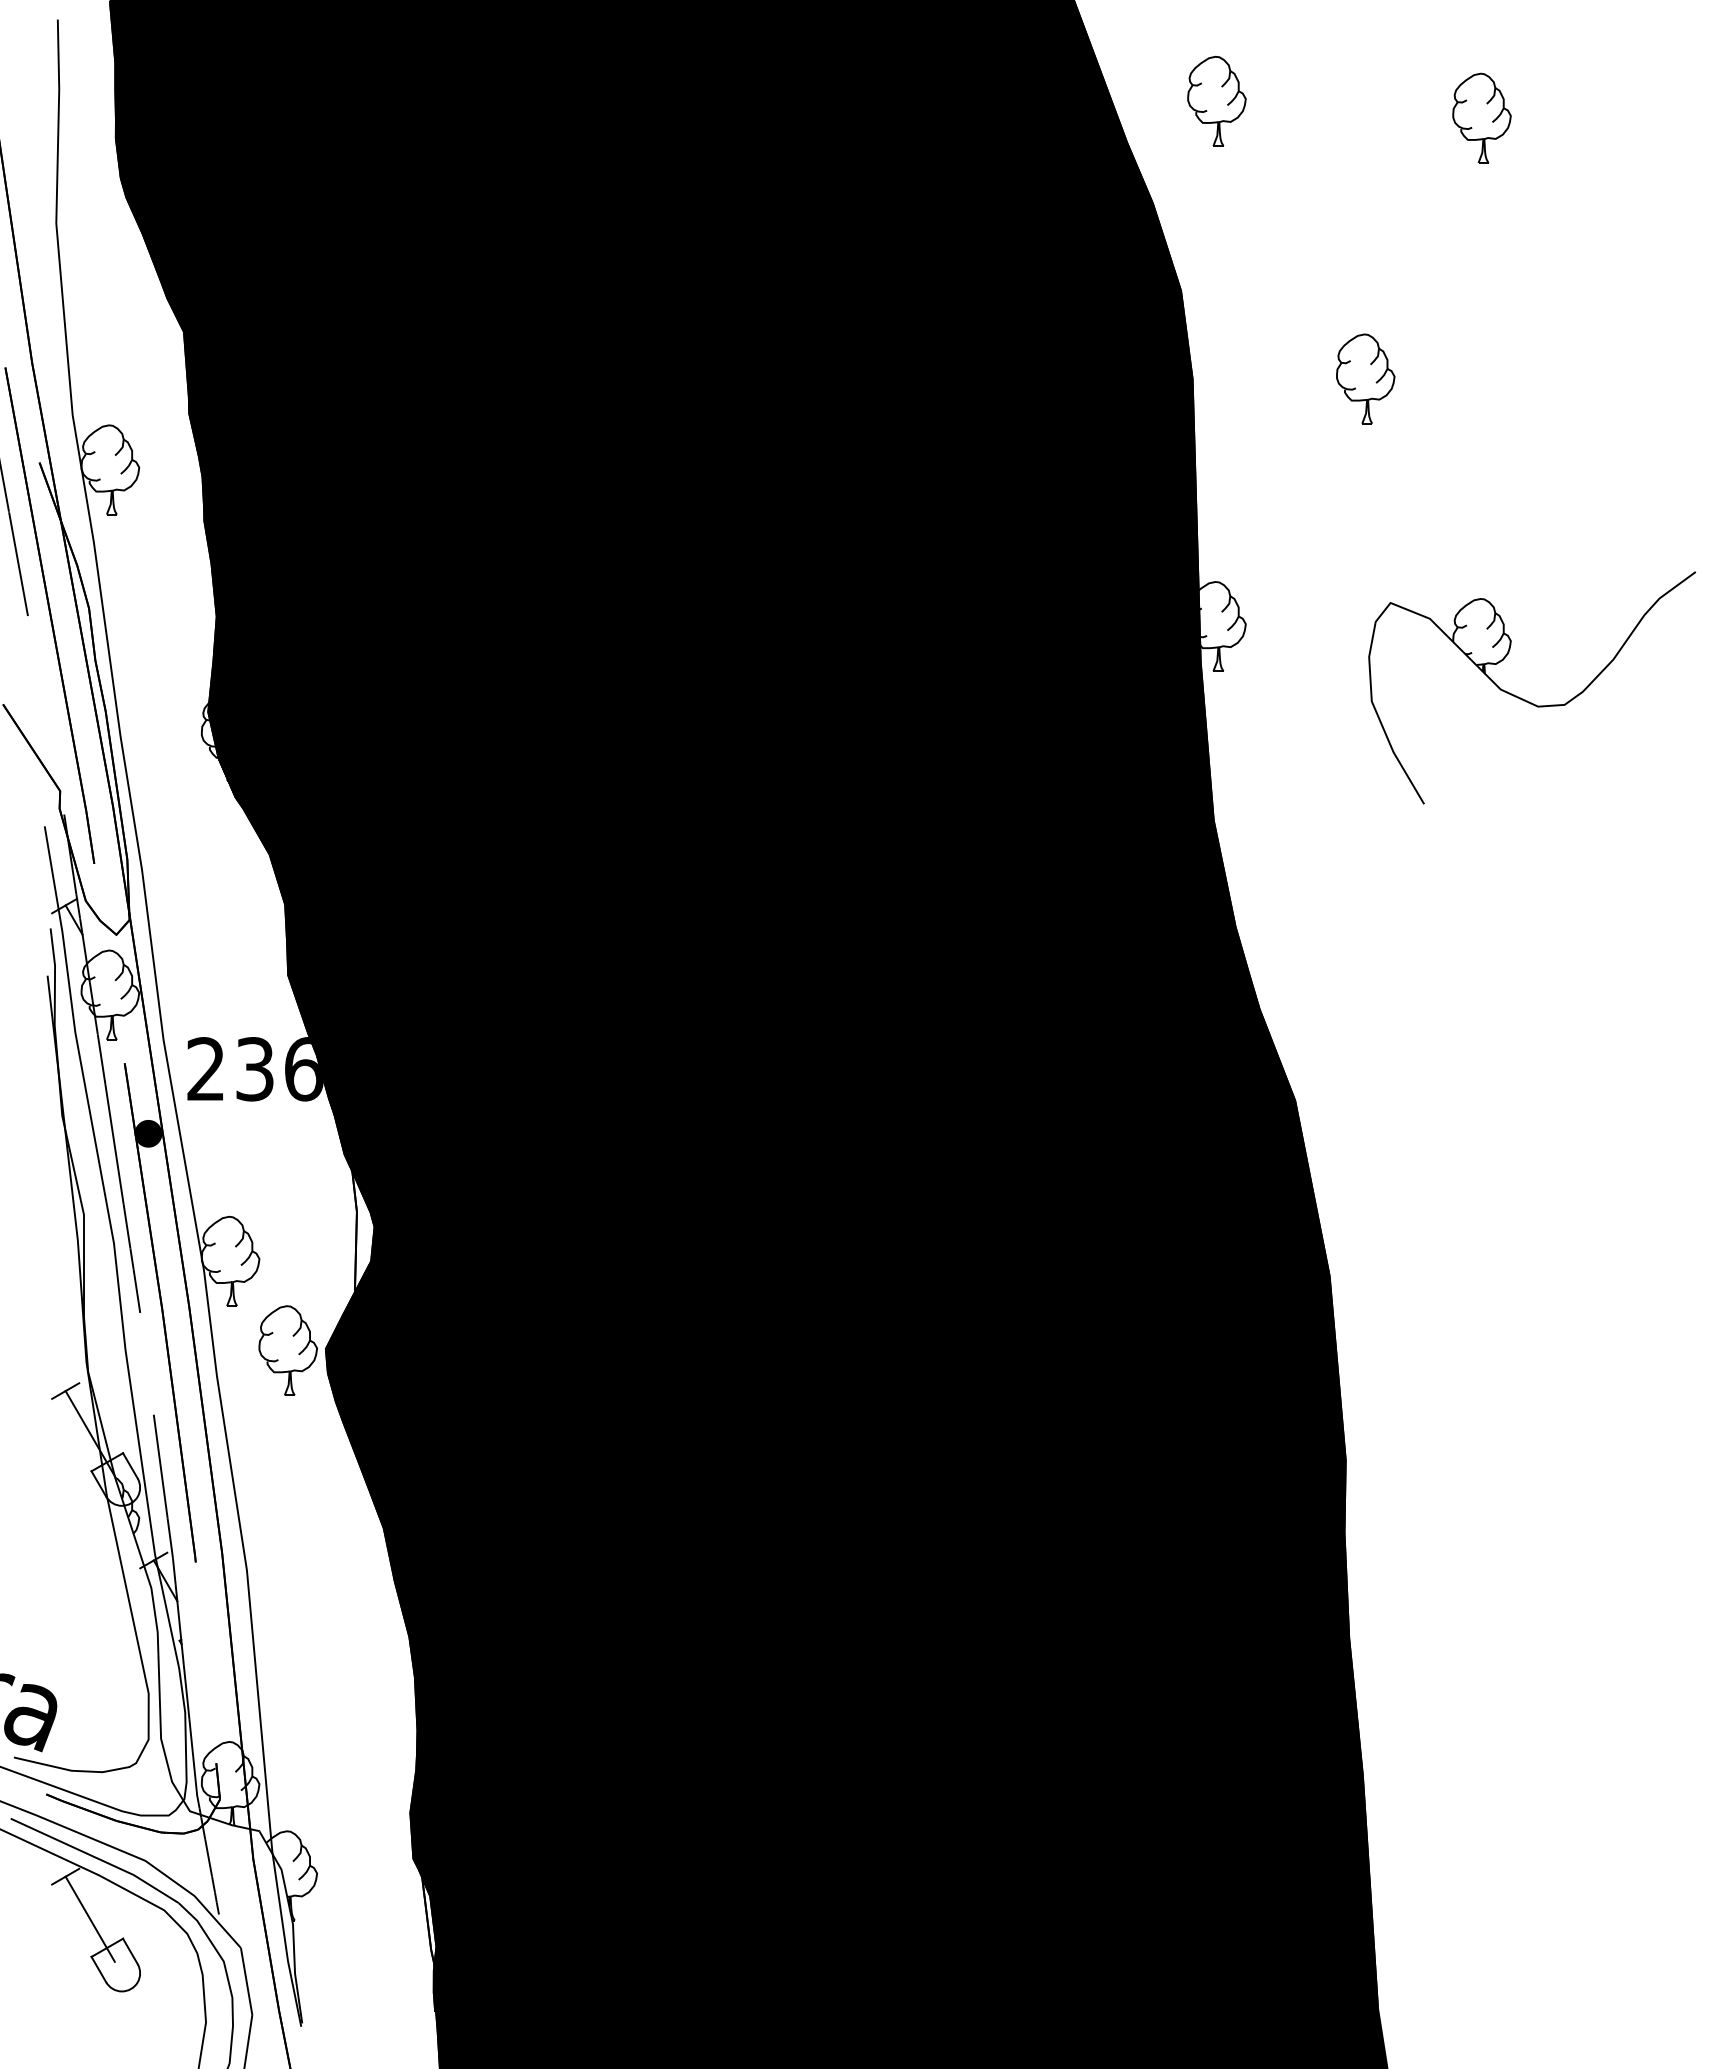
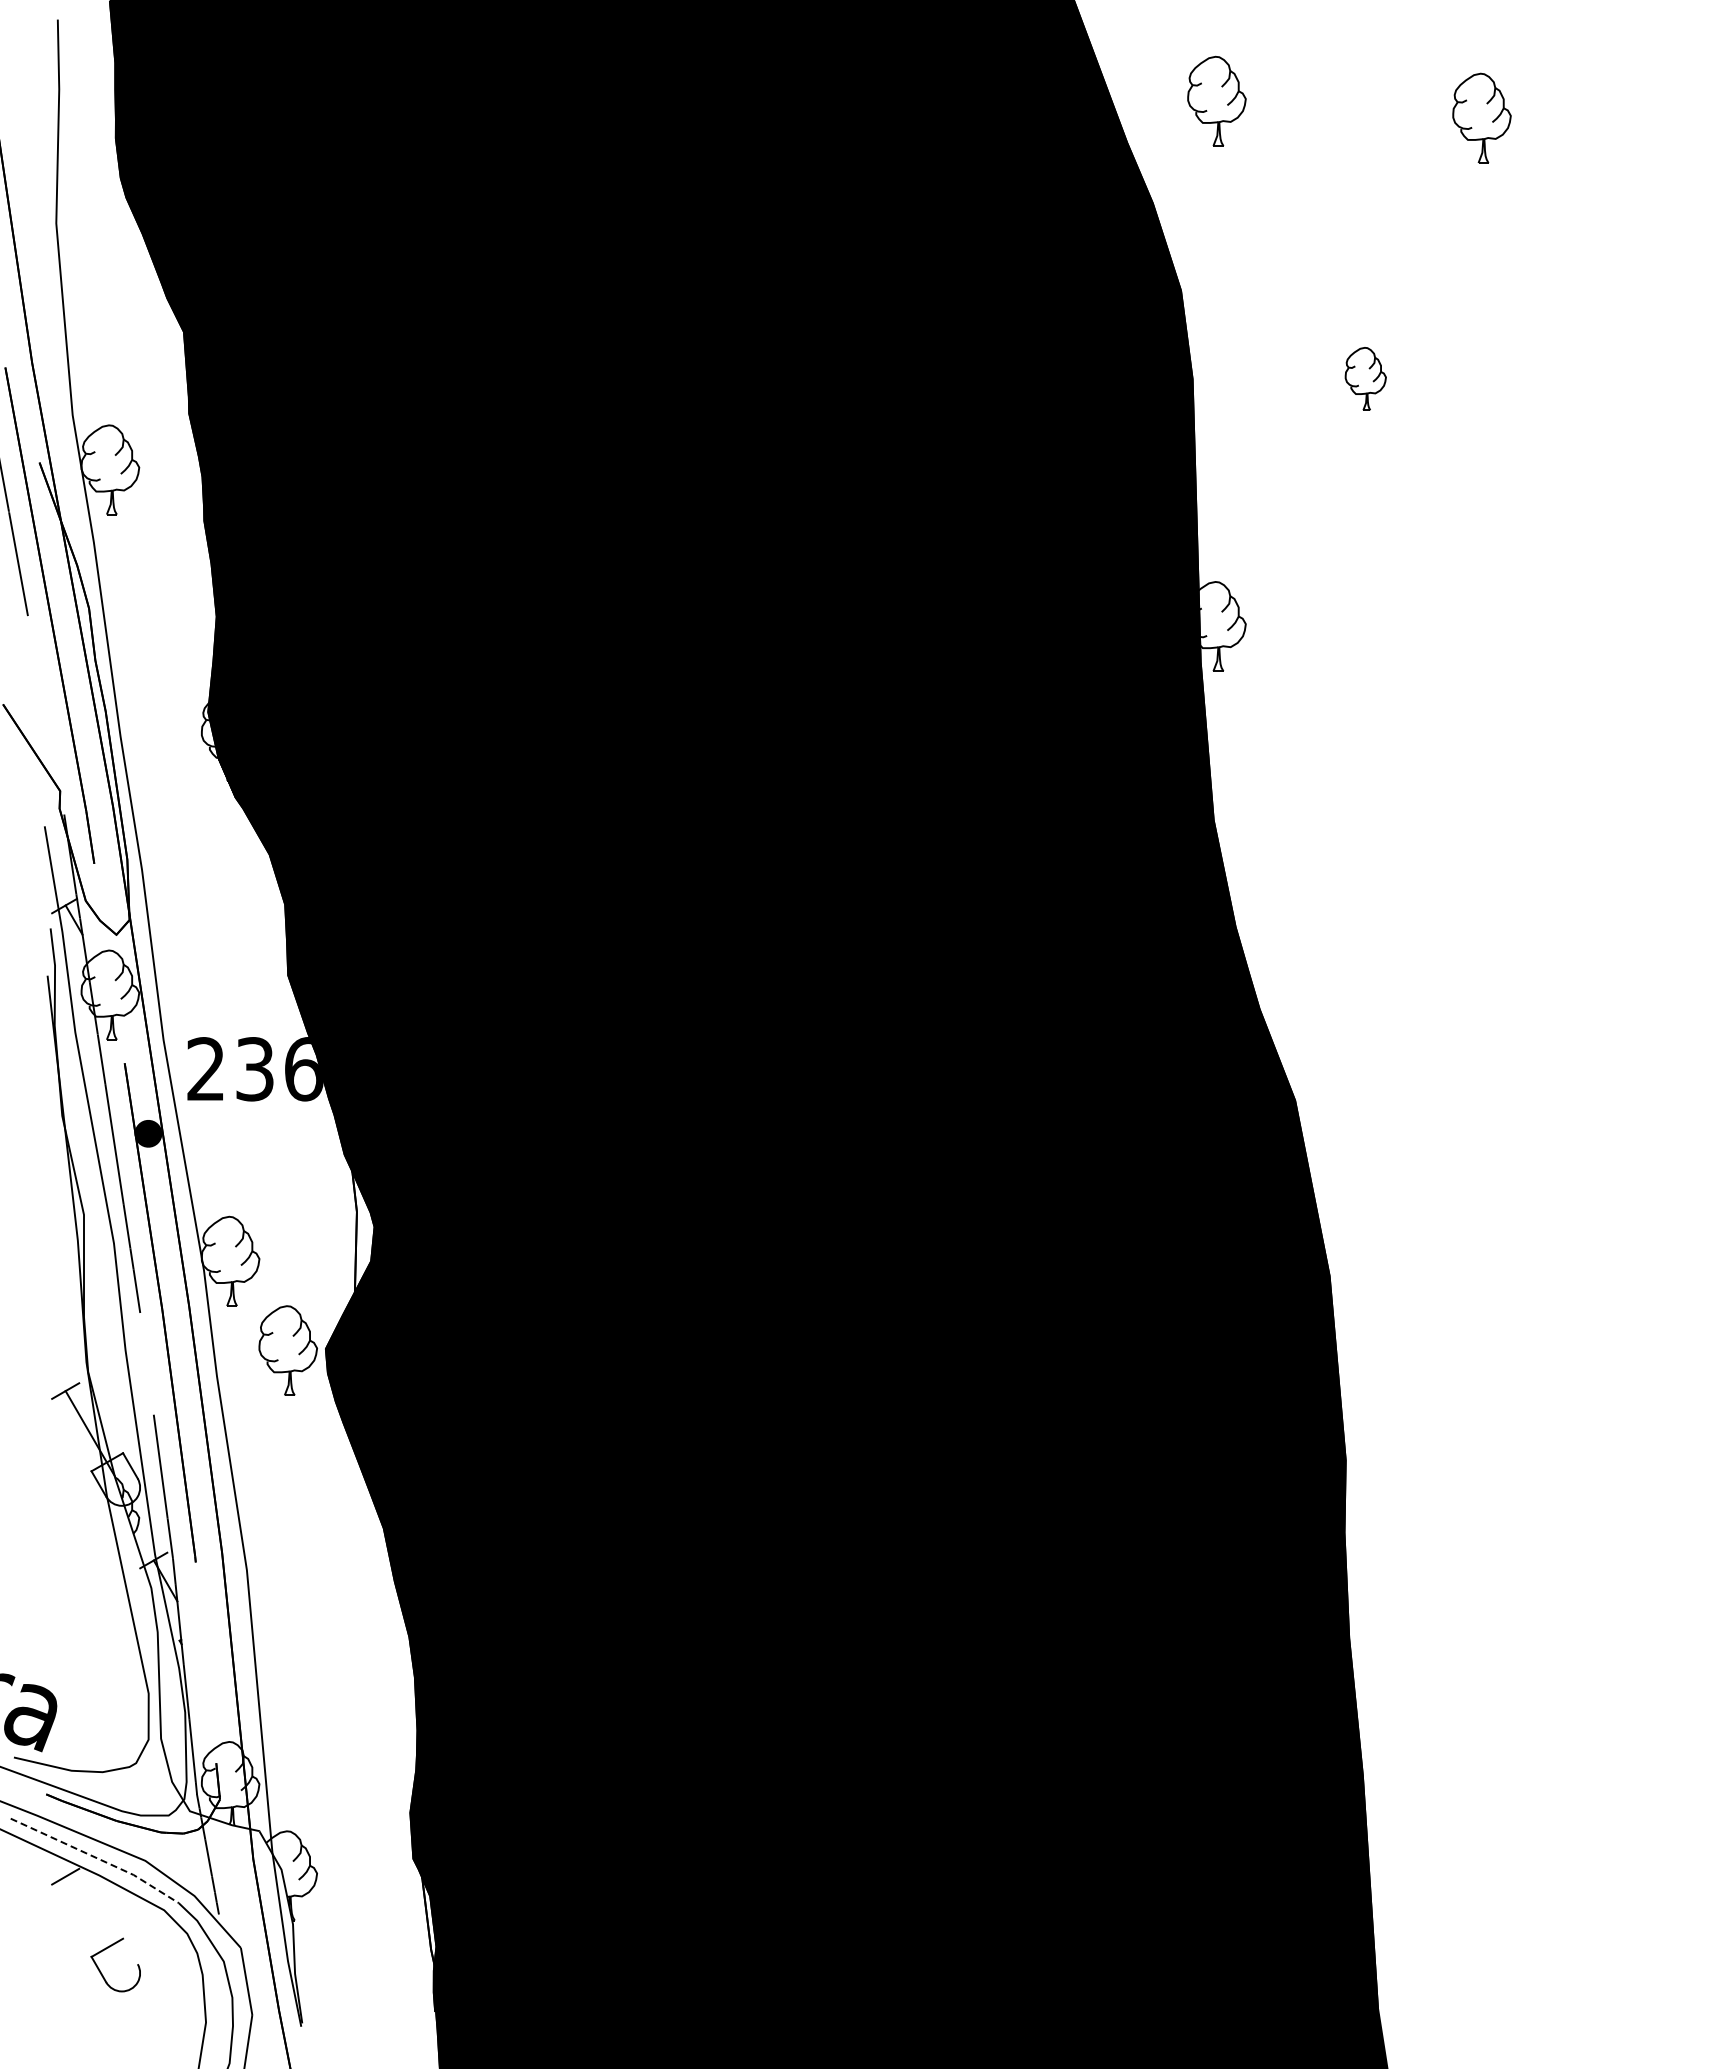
part at (1365, 378) size: 60x92 px -> 43x64 px
part at (1525, 699): present -> none
line at (97, 1858): solid -> dashed
line at (89, 1918): present -> none
line at (130, 1951): present -> none
